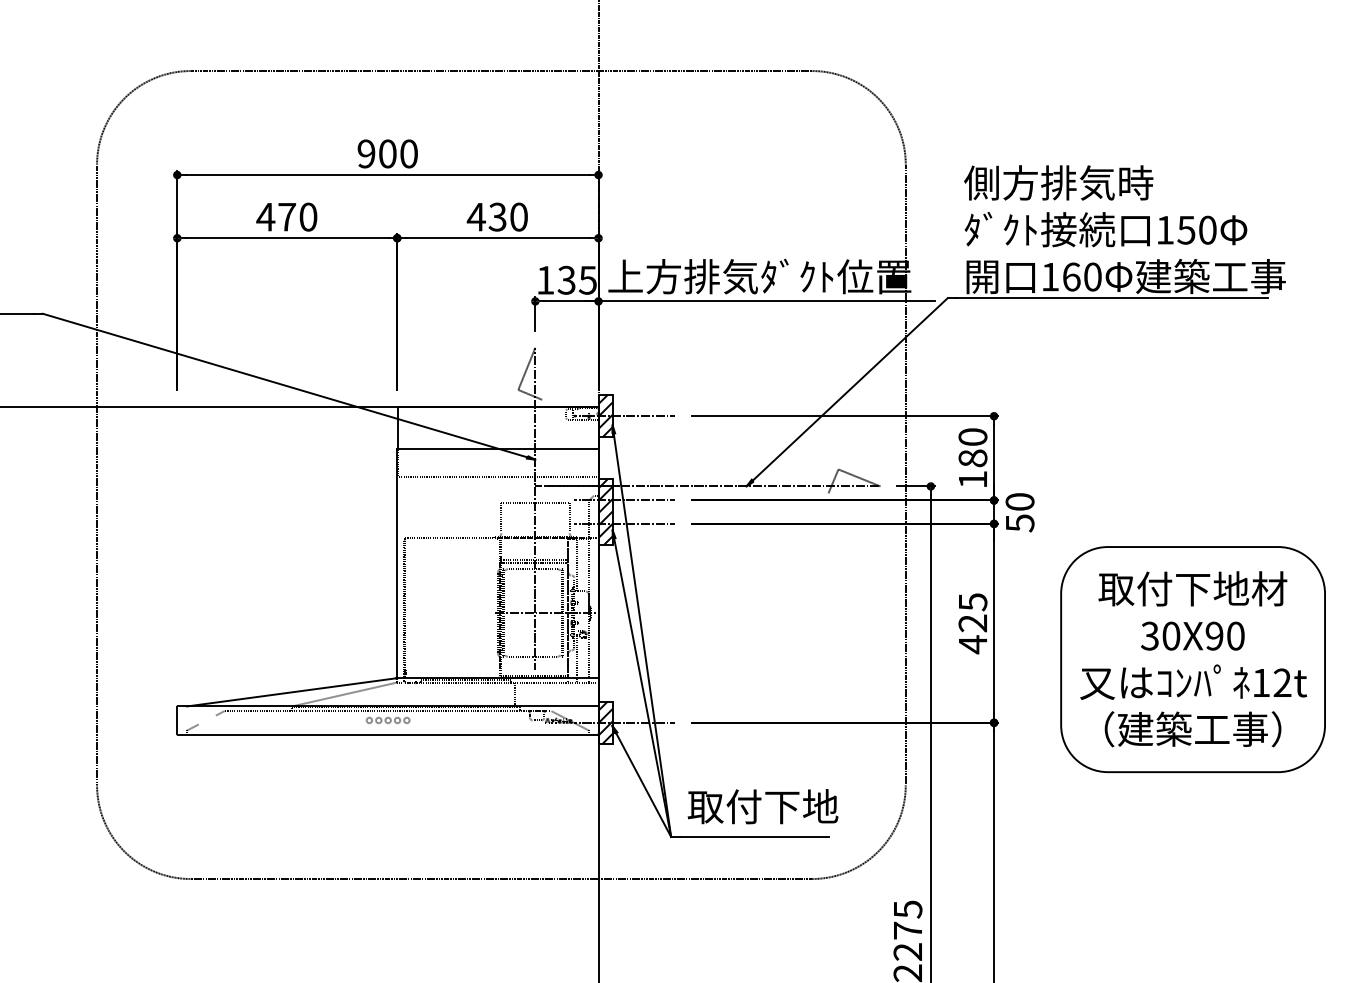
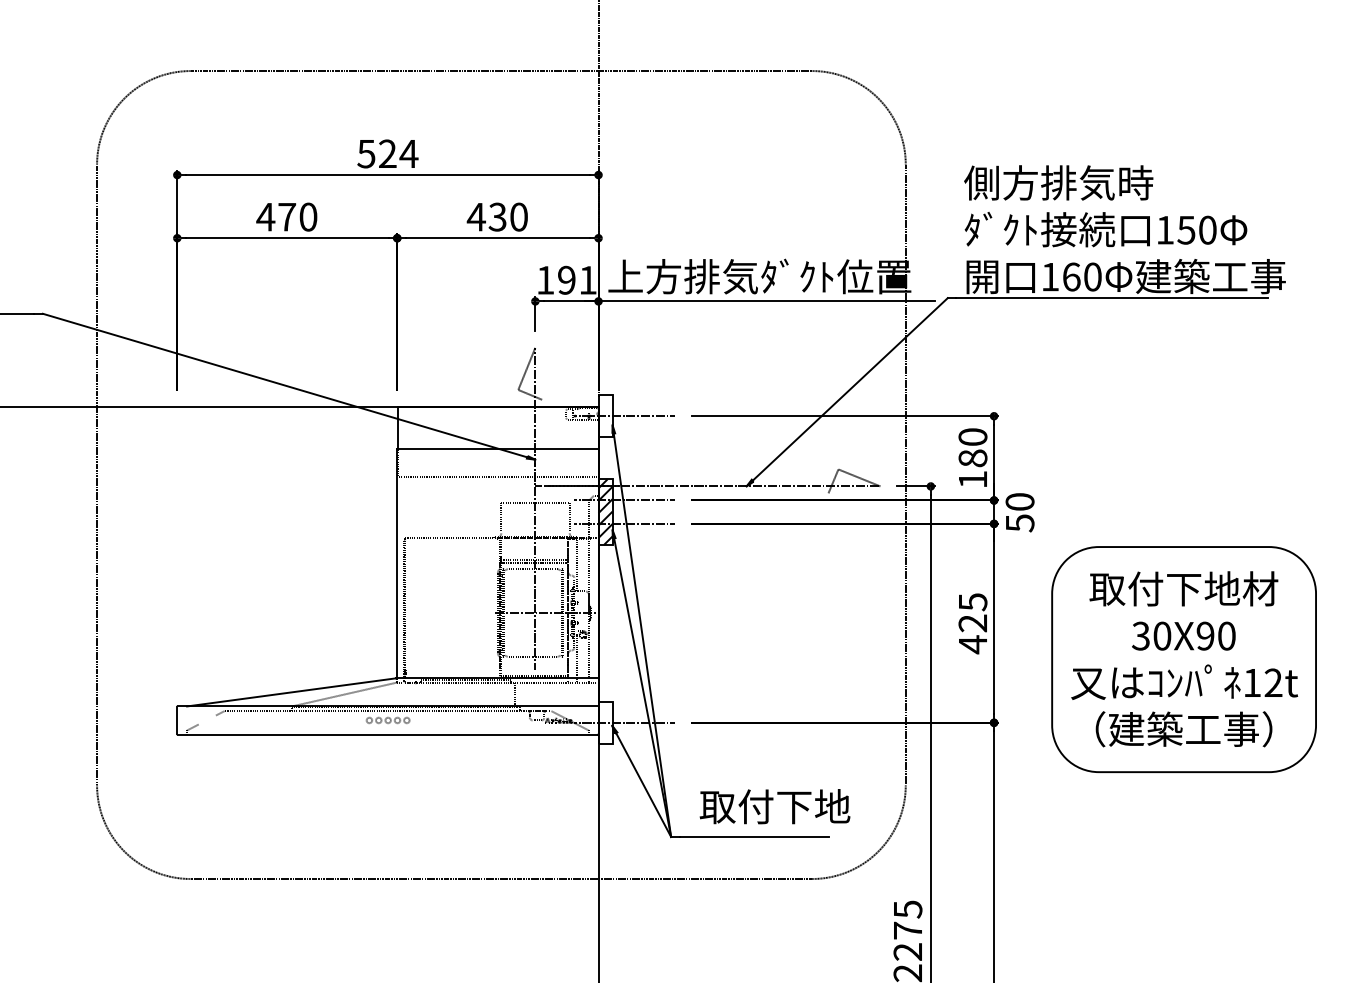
text at (387, 153): 900 -> 524
text at (576, 280): 135 -> 191
hatch at (605, 416): present -> none
part at (1192, 659) position: (1192, 659) -> (1183, 659)
hatch at (605, 722): present -> none
text at (762, 806) position: (762, 806) -> (774, 806)
